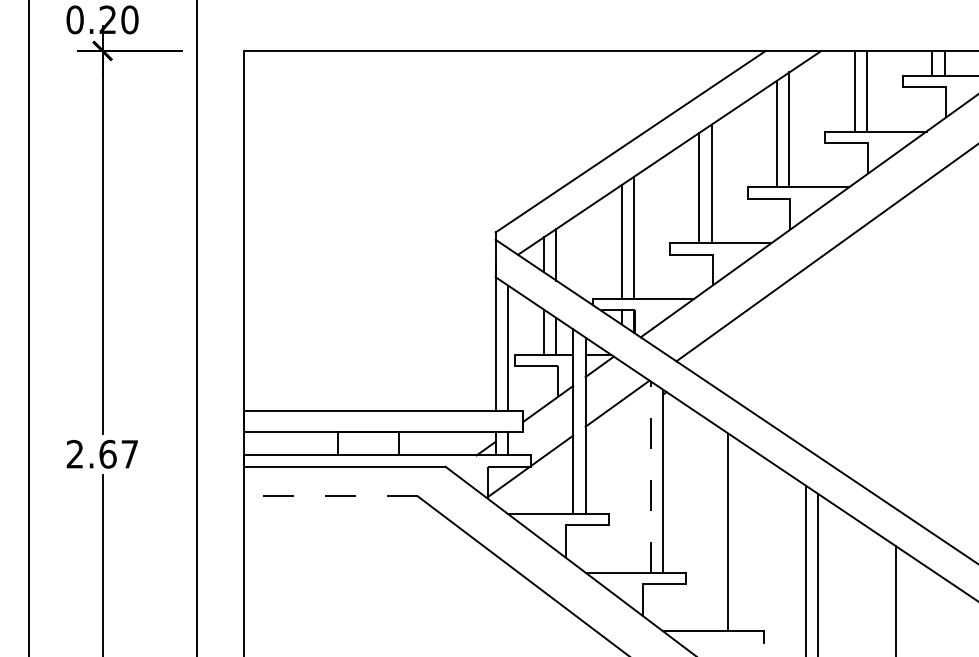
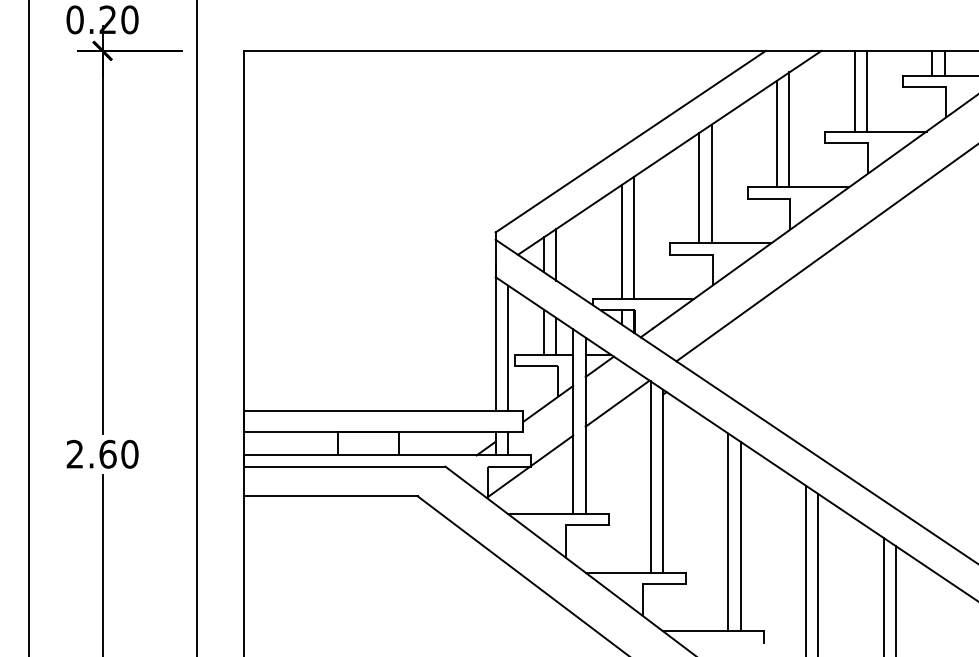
text at (129, 453): 2.67 -> 2.60
line at (650, 477): dashed -> solid
line at (330, 496): dashed -> solid
line at (740, 536): none -> present
line at (883, 595): none -> present
